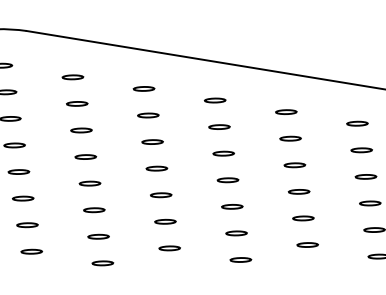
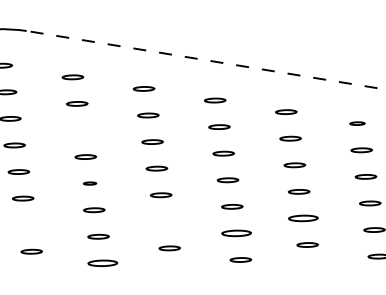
line at (206, 60): solid -> dashed
part at (357, 123) size: 23x7 px -> 17x5 px
part at (81, 130): present -> none
part at (89, 183) size: 24x7 px -> 16x5 px
part at (303, 218) size: 23x7 px -> 31x9 px
part at (165, 221): present -> none
part at (27, 225): present -> none
part at (236, 233) size: 23x7 px -> 31x9 px
part at (102, 263) size: 24x7 px -> 32x8 px
